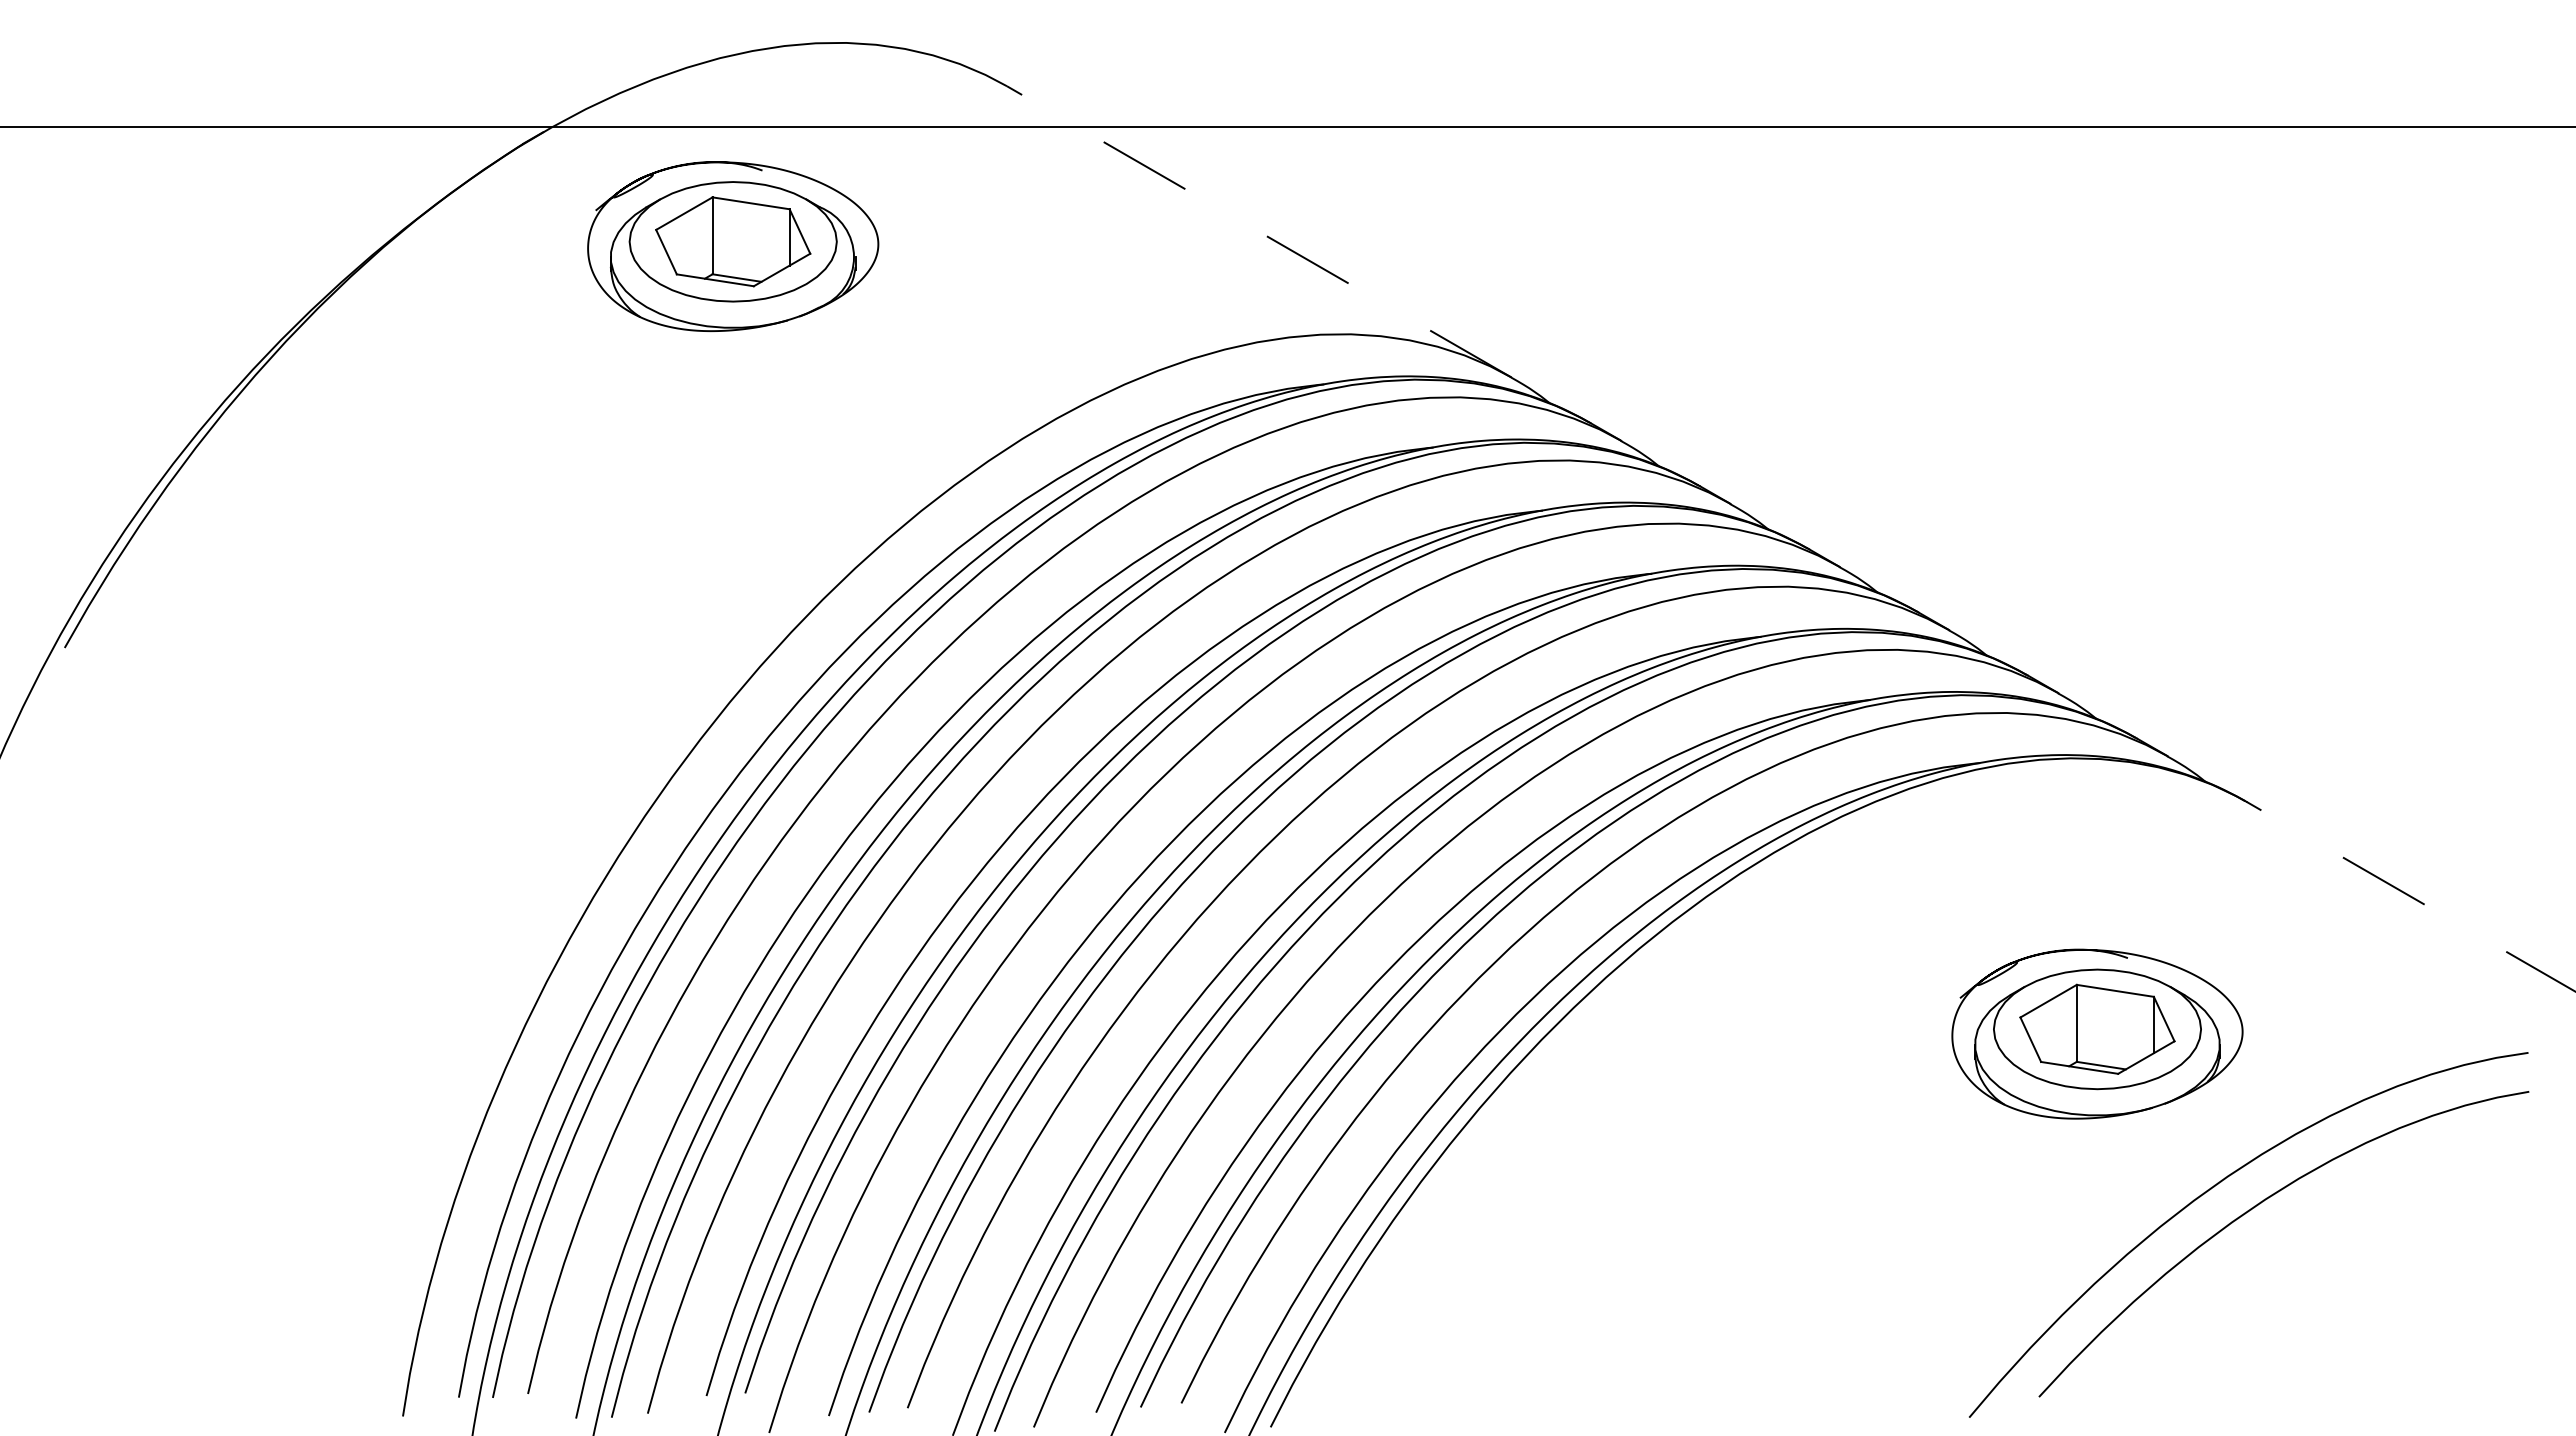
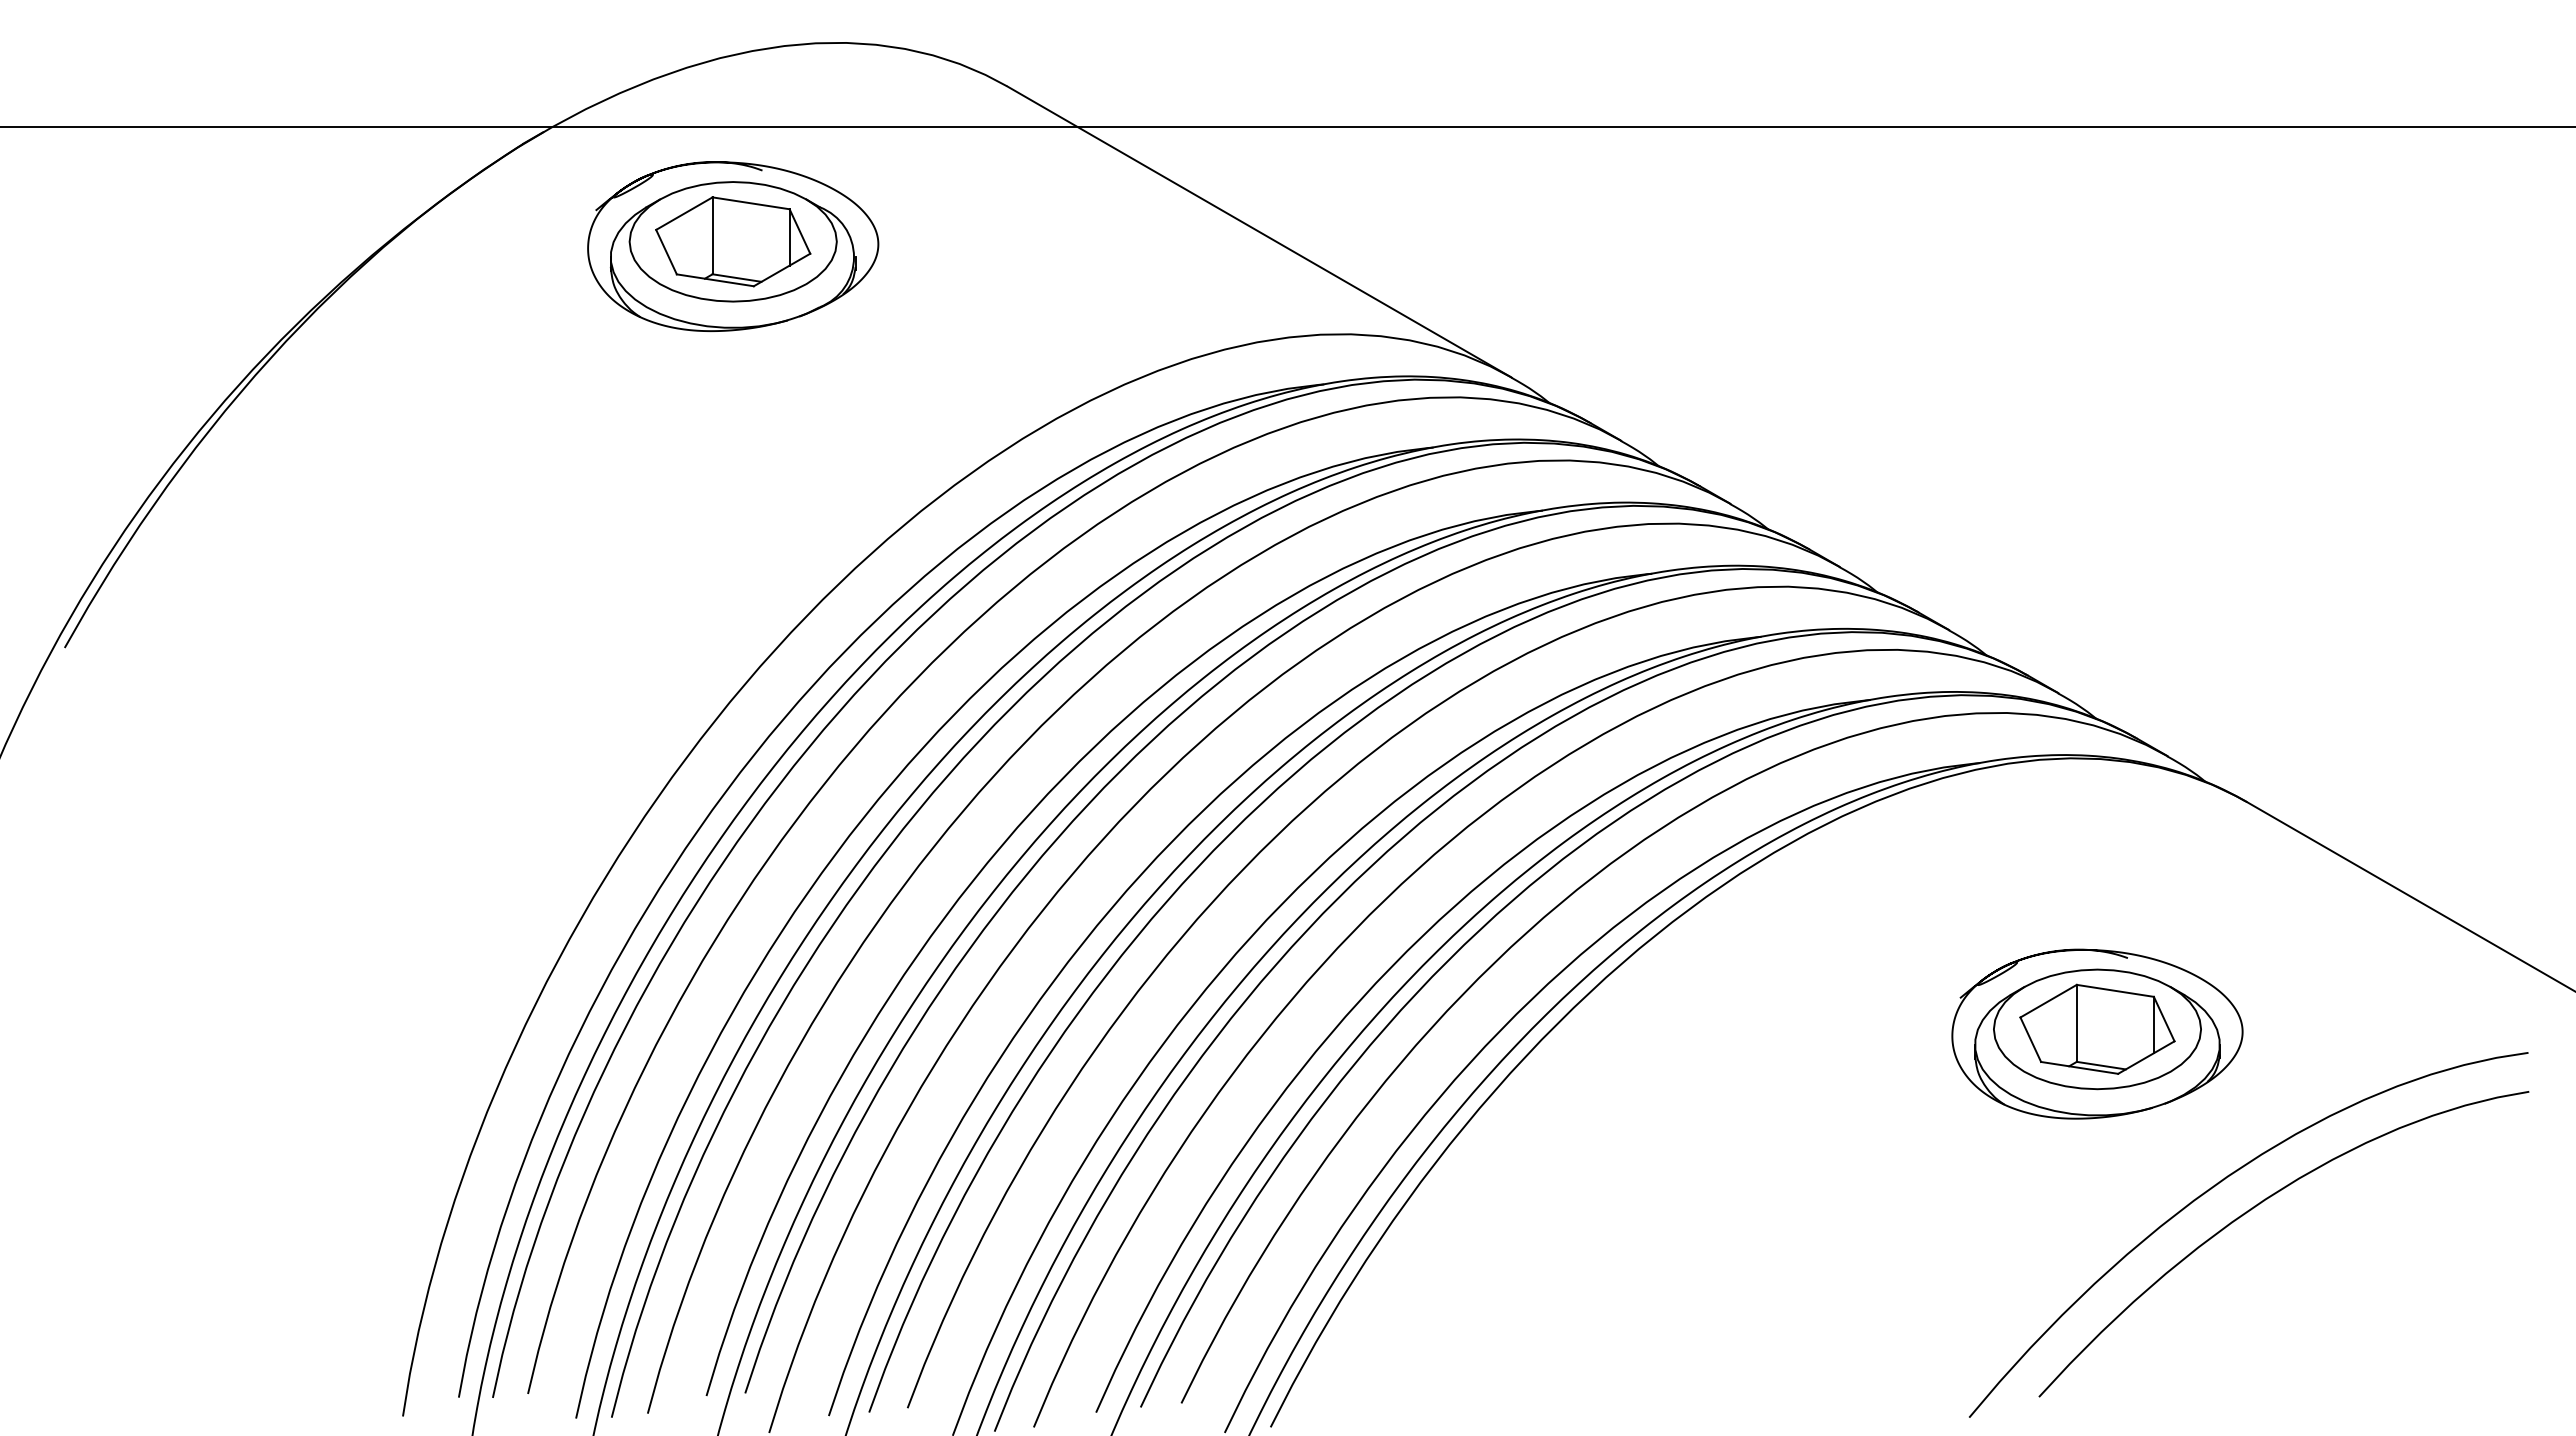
line at (1259, 231): dashed -> solid
line at (2410, 896): dashed -> solid
